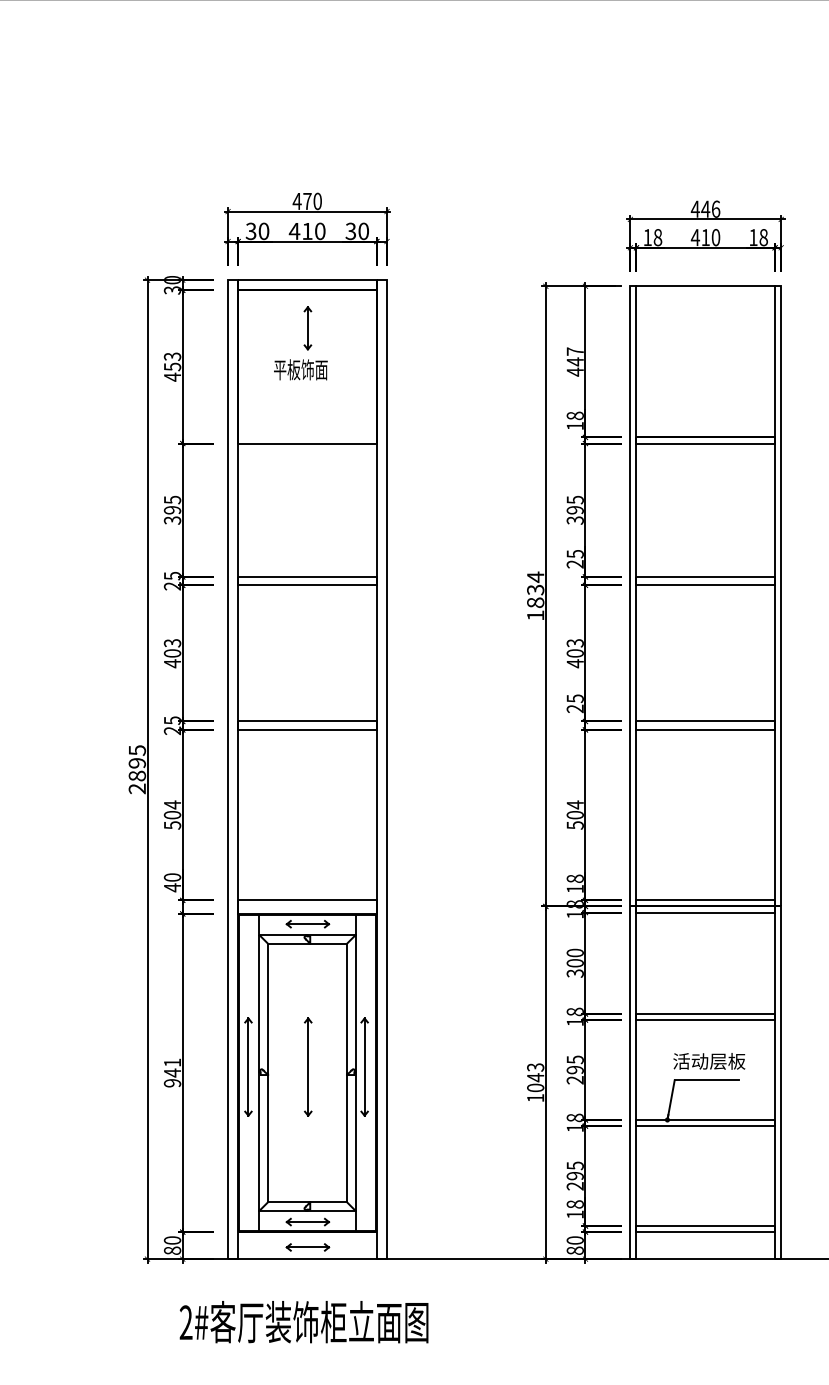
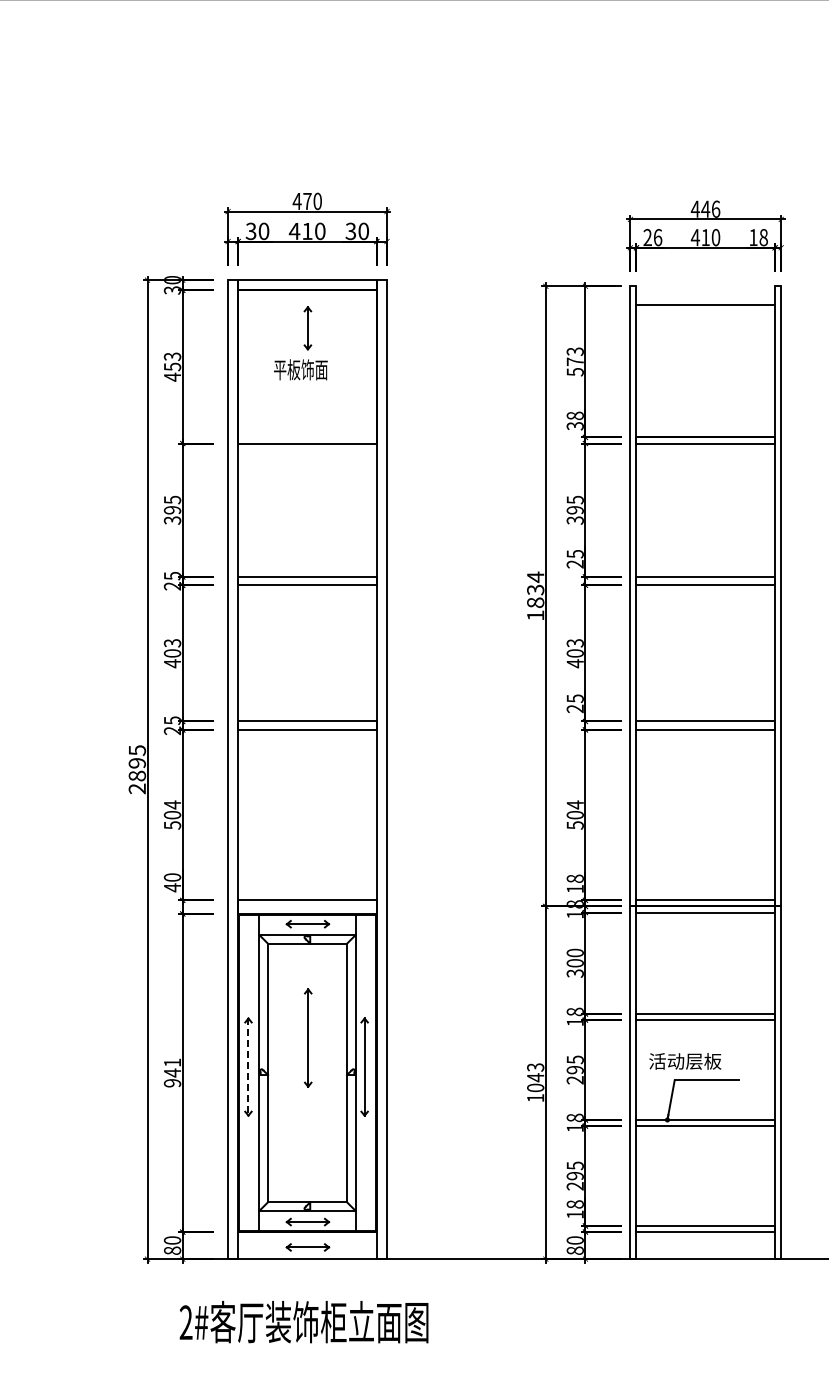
text at (652, 237): 18 -> 26
line at (705, 286) position: (705, 286) -> (705, 305)
text at (574, 361): 447 -> 573
text at (574, 426): 18 -> 38
text at (709, 1061) position: (709, 1061) -> (685, 1061)
part at (308, 1066) position: (308, 1066) -> (308, 1037)
line at (248, 1067): solid -> dashed
